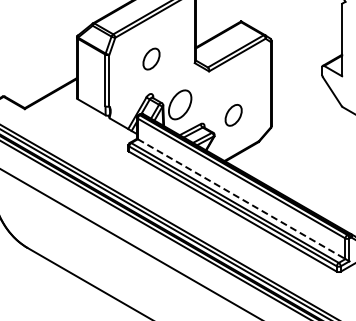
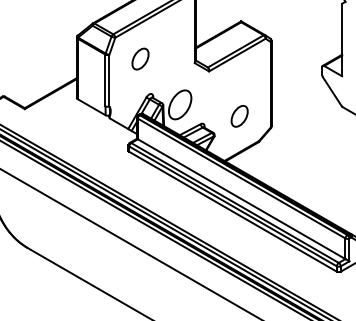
part at (151, 58) position: (151, 58) -> (140, 58)
part at (233, 115) position: (233, 115) -> (239, 116)
line at (241, 199): dashed -> solid
